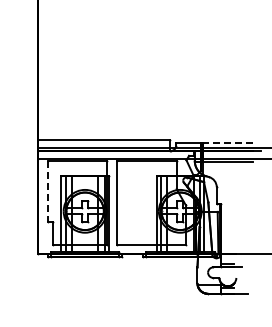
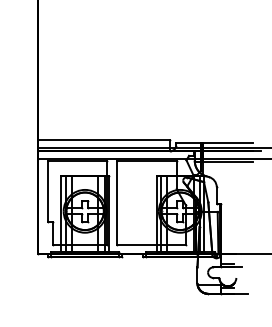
line at (227, 143): dashed -> solid
line at (47, 191): dashed -> solid
